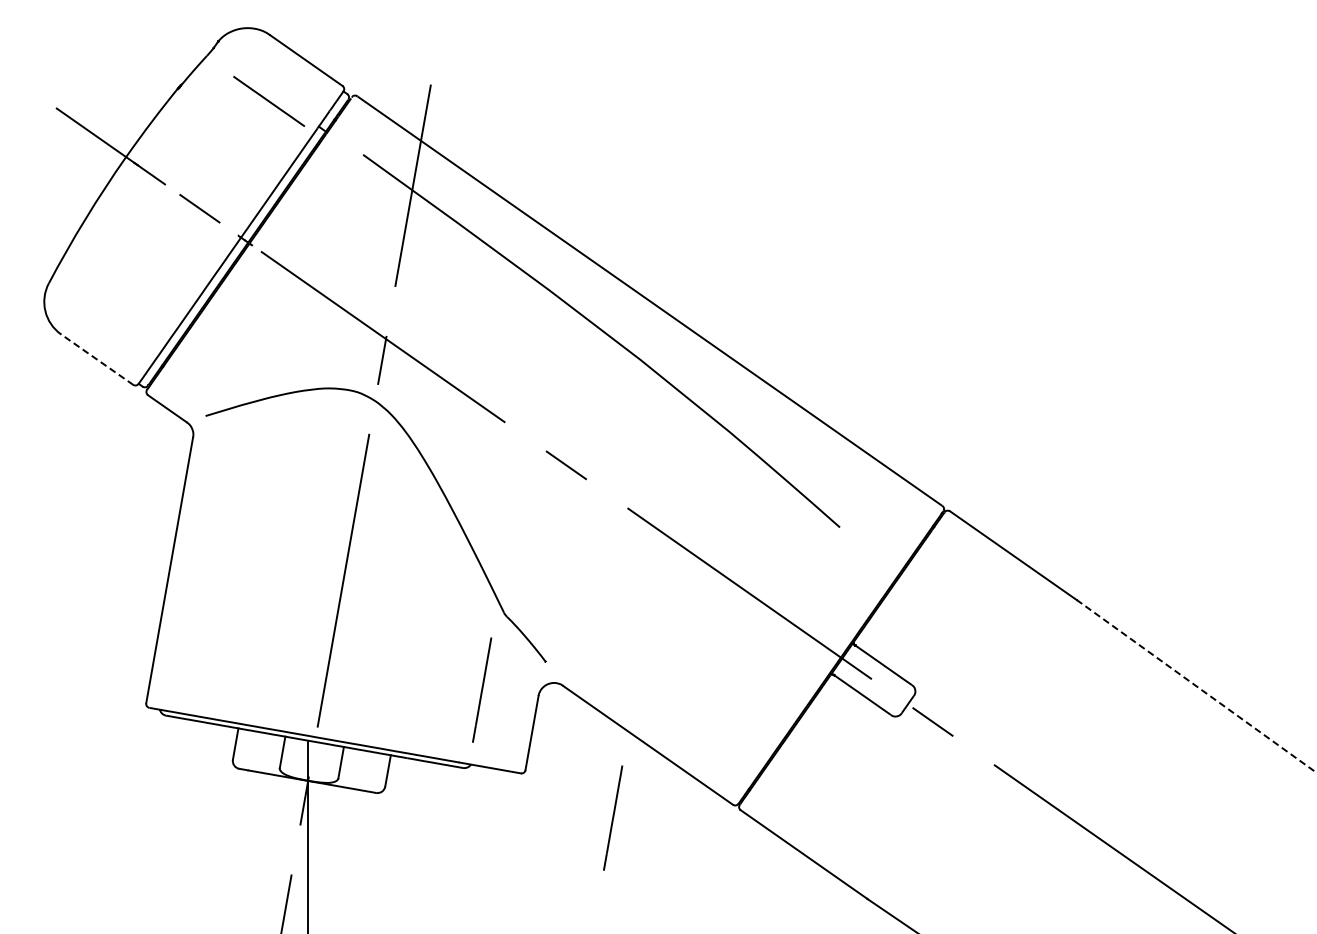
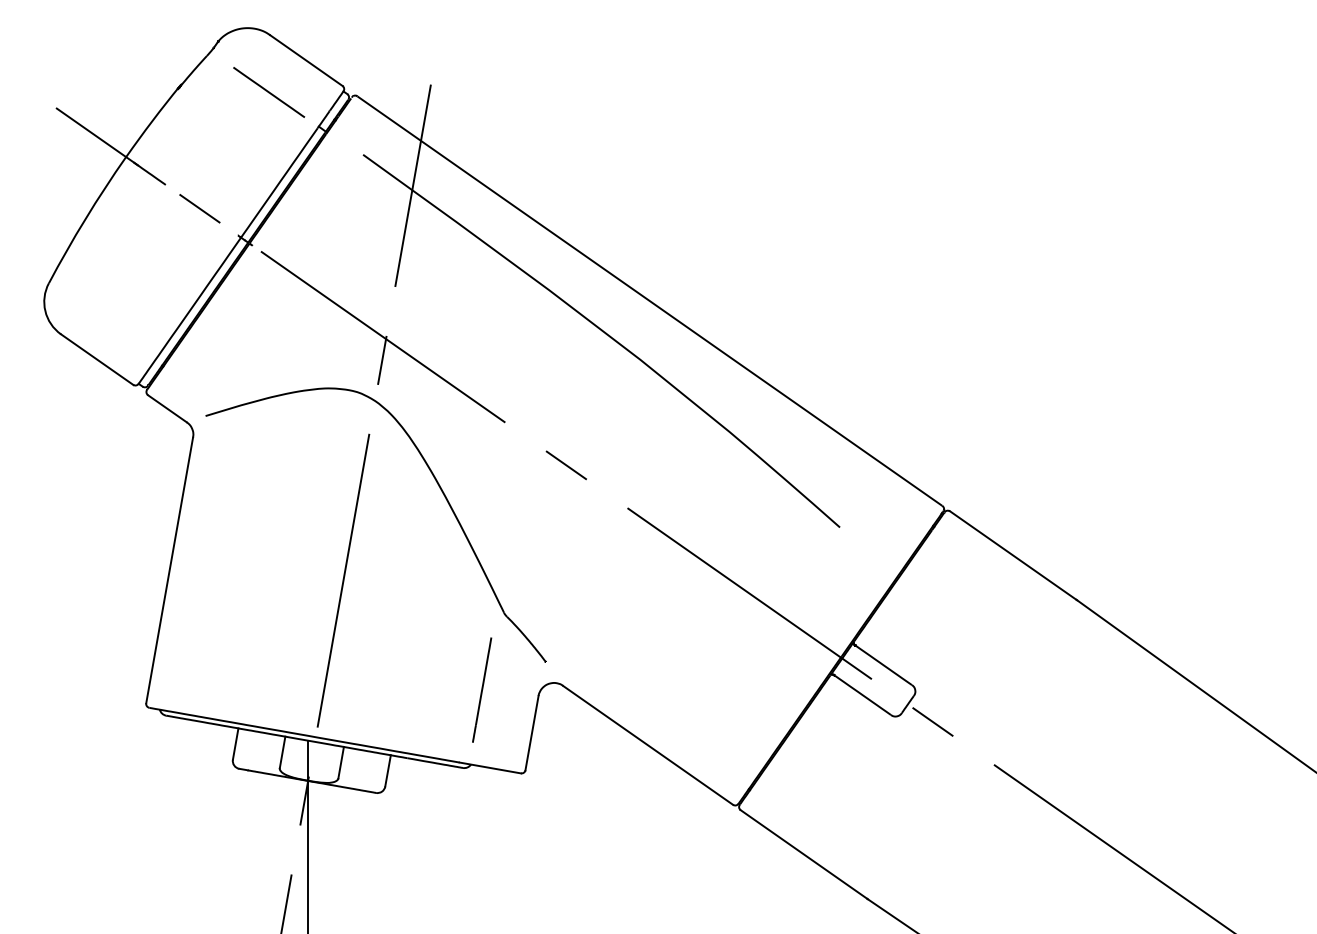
line at (269, 101) position: (269, 101) -> (269, 92)
line at (96, 359): dashed -> solid
line at (1196, 686): dashed -> solid
line at (613, 817): present -> none
